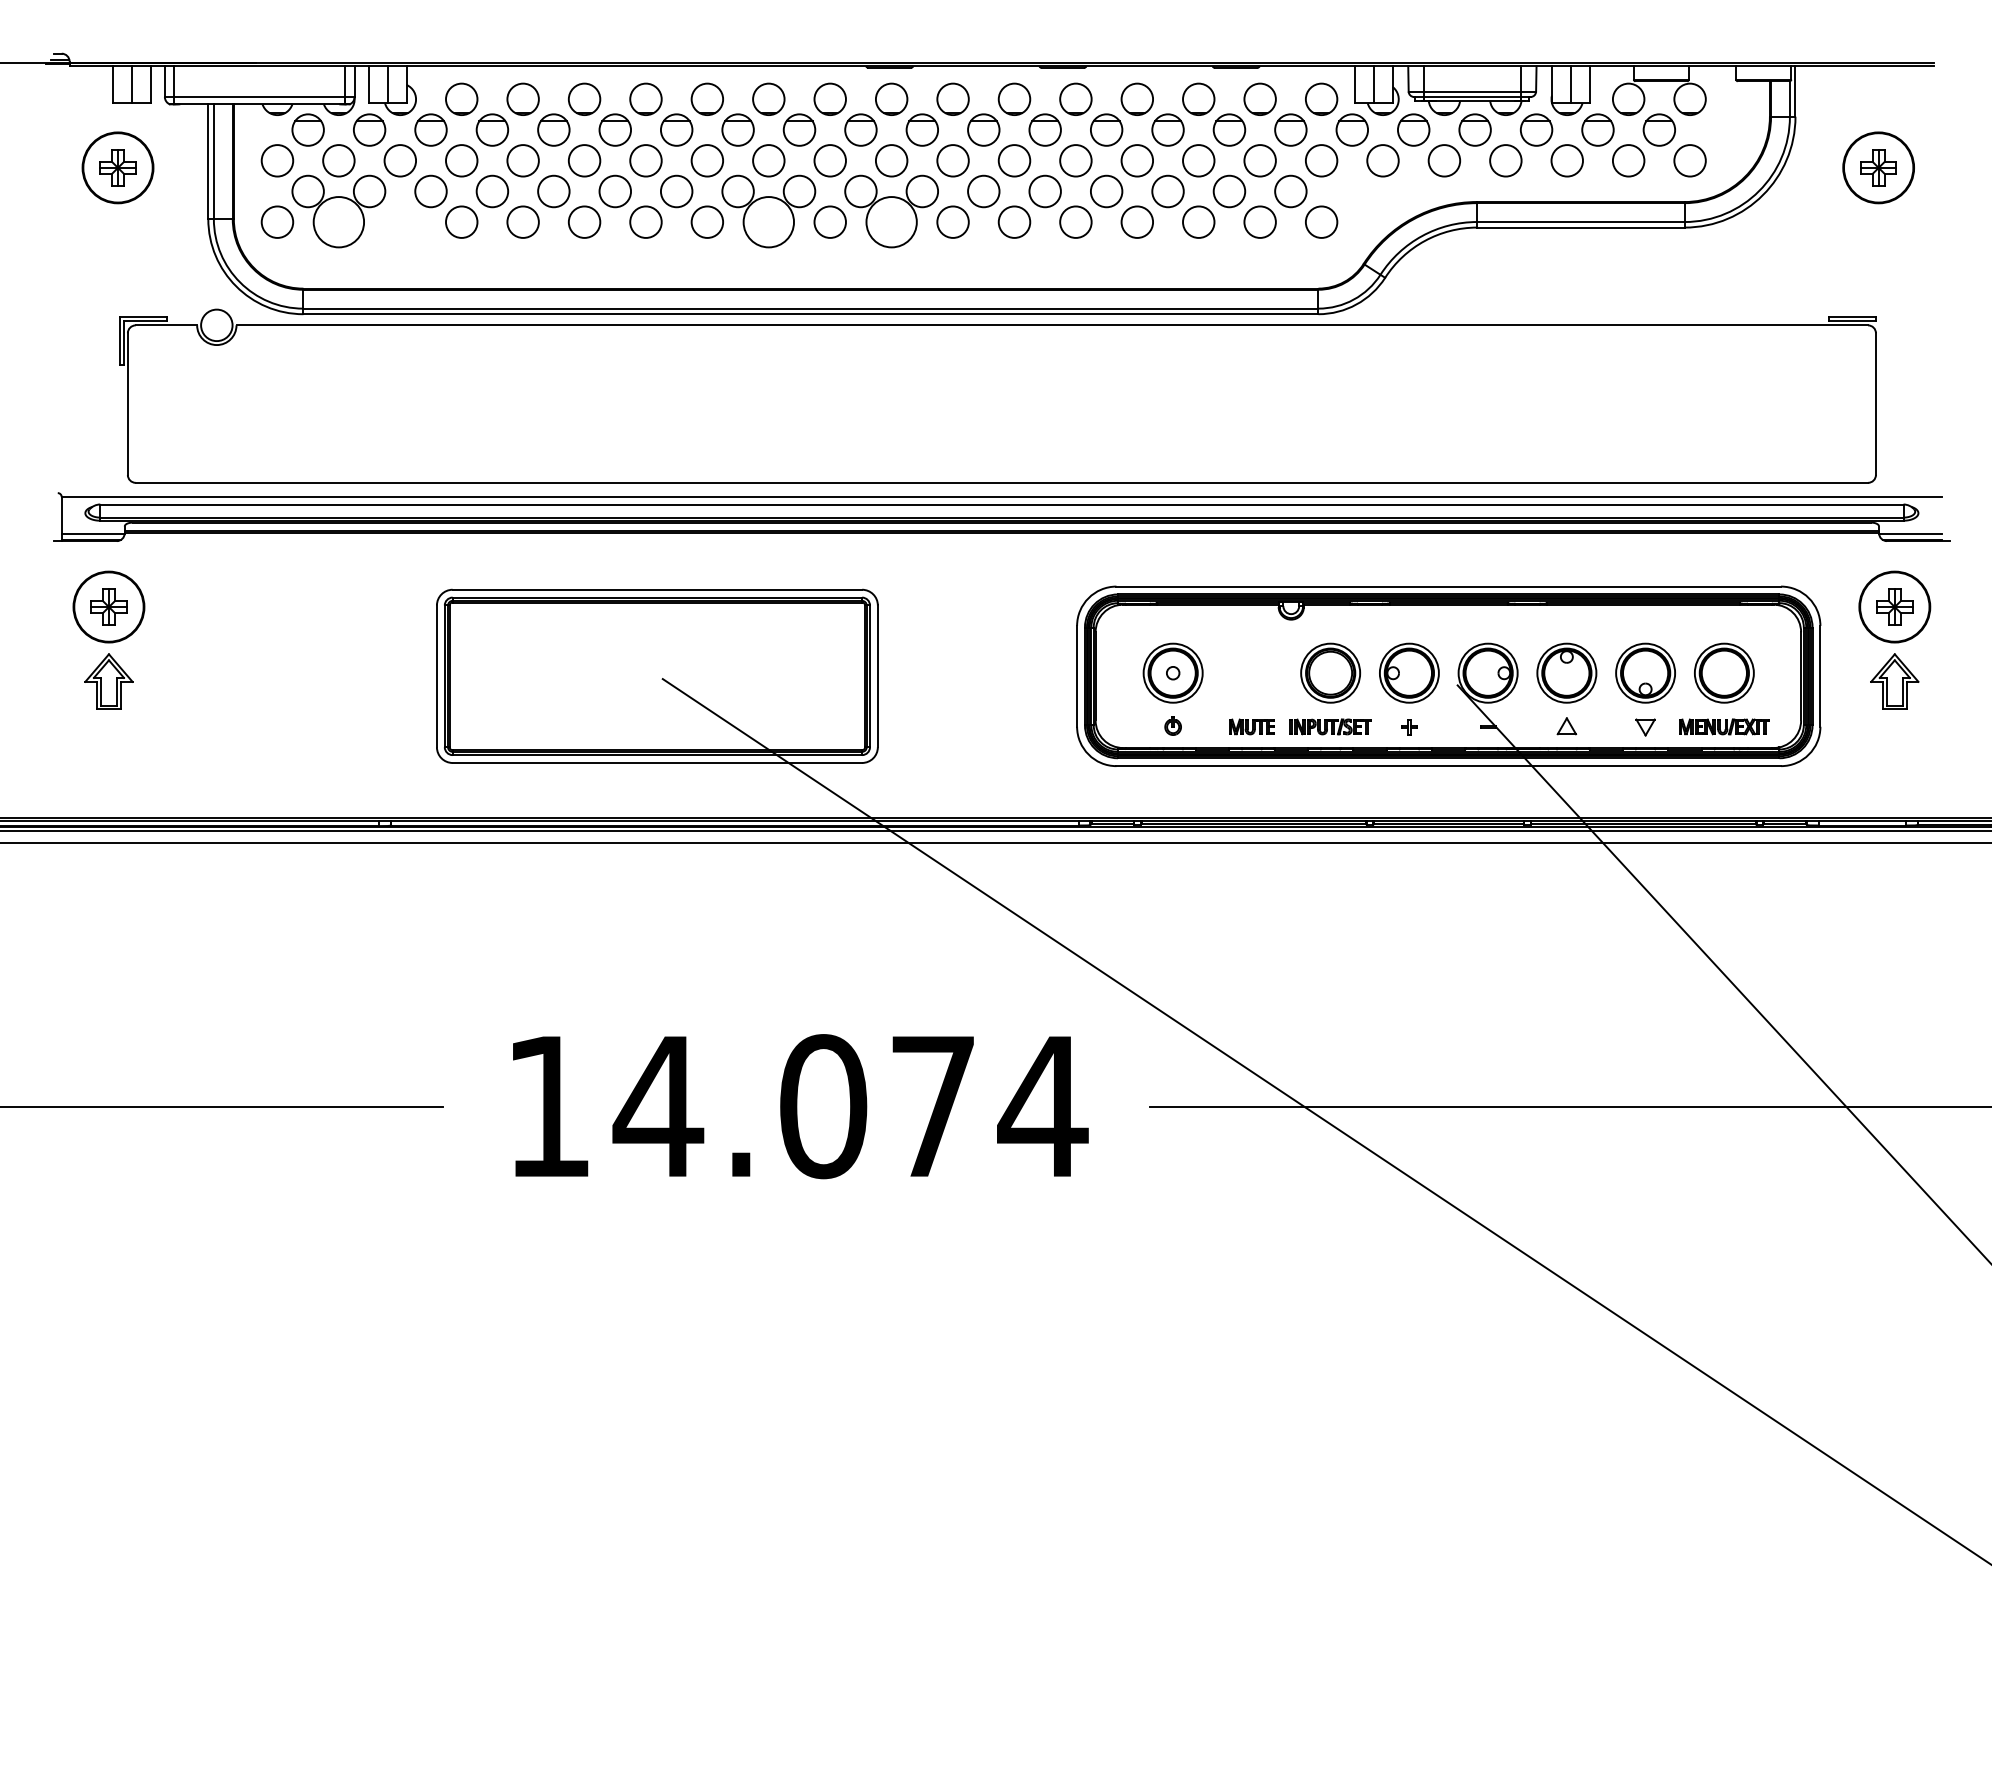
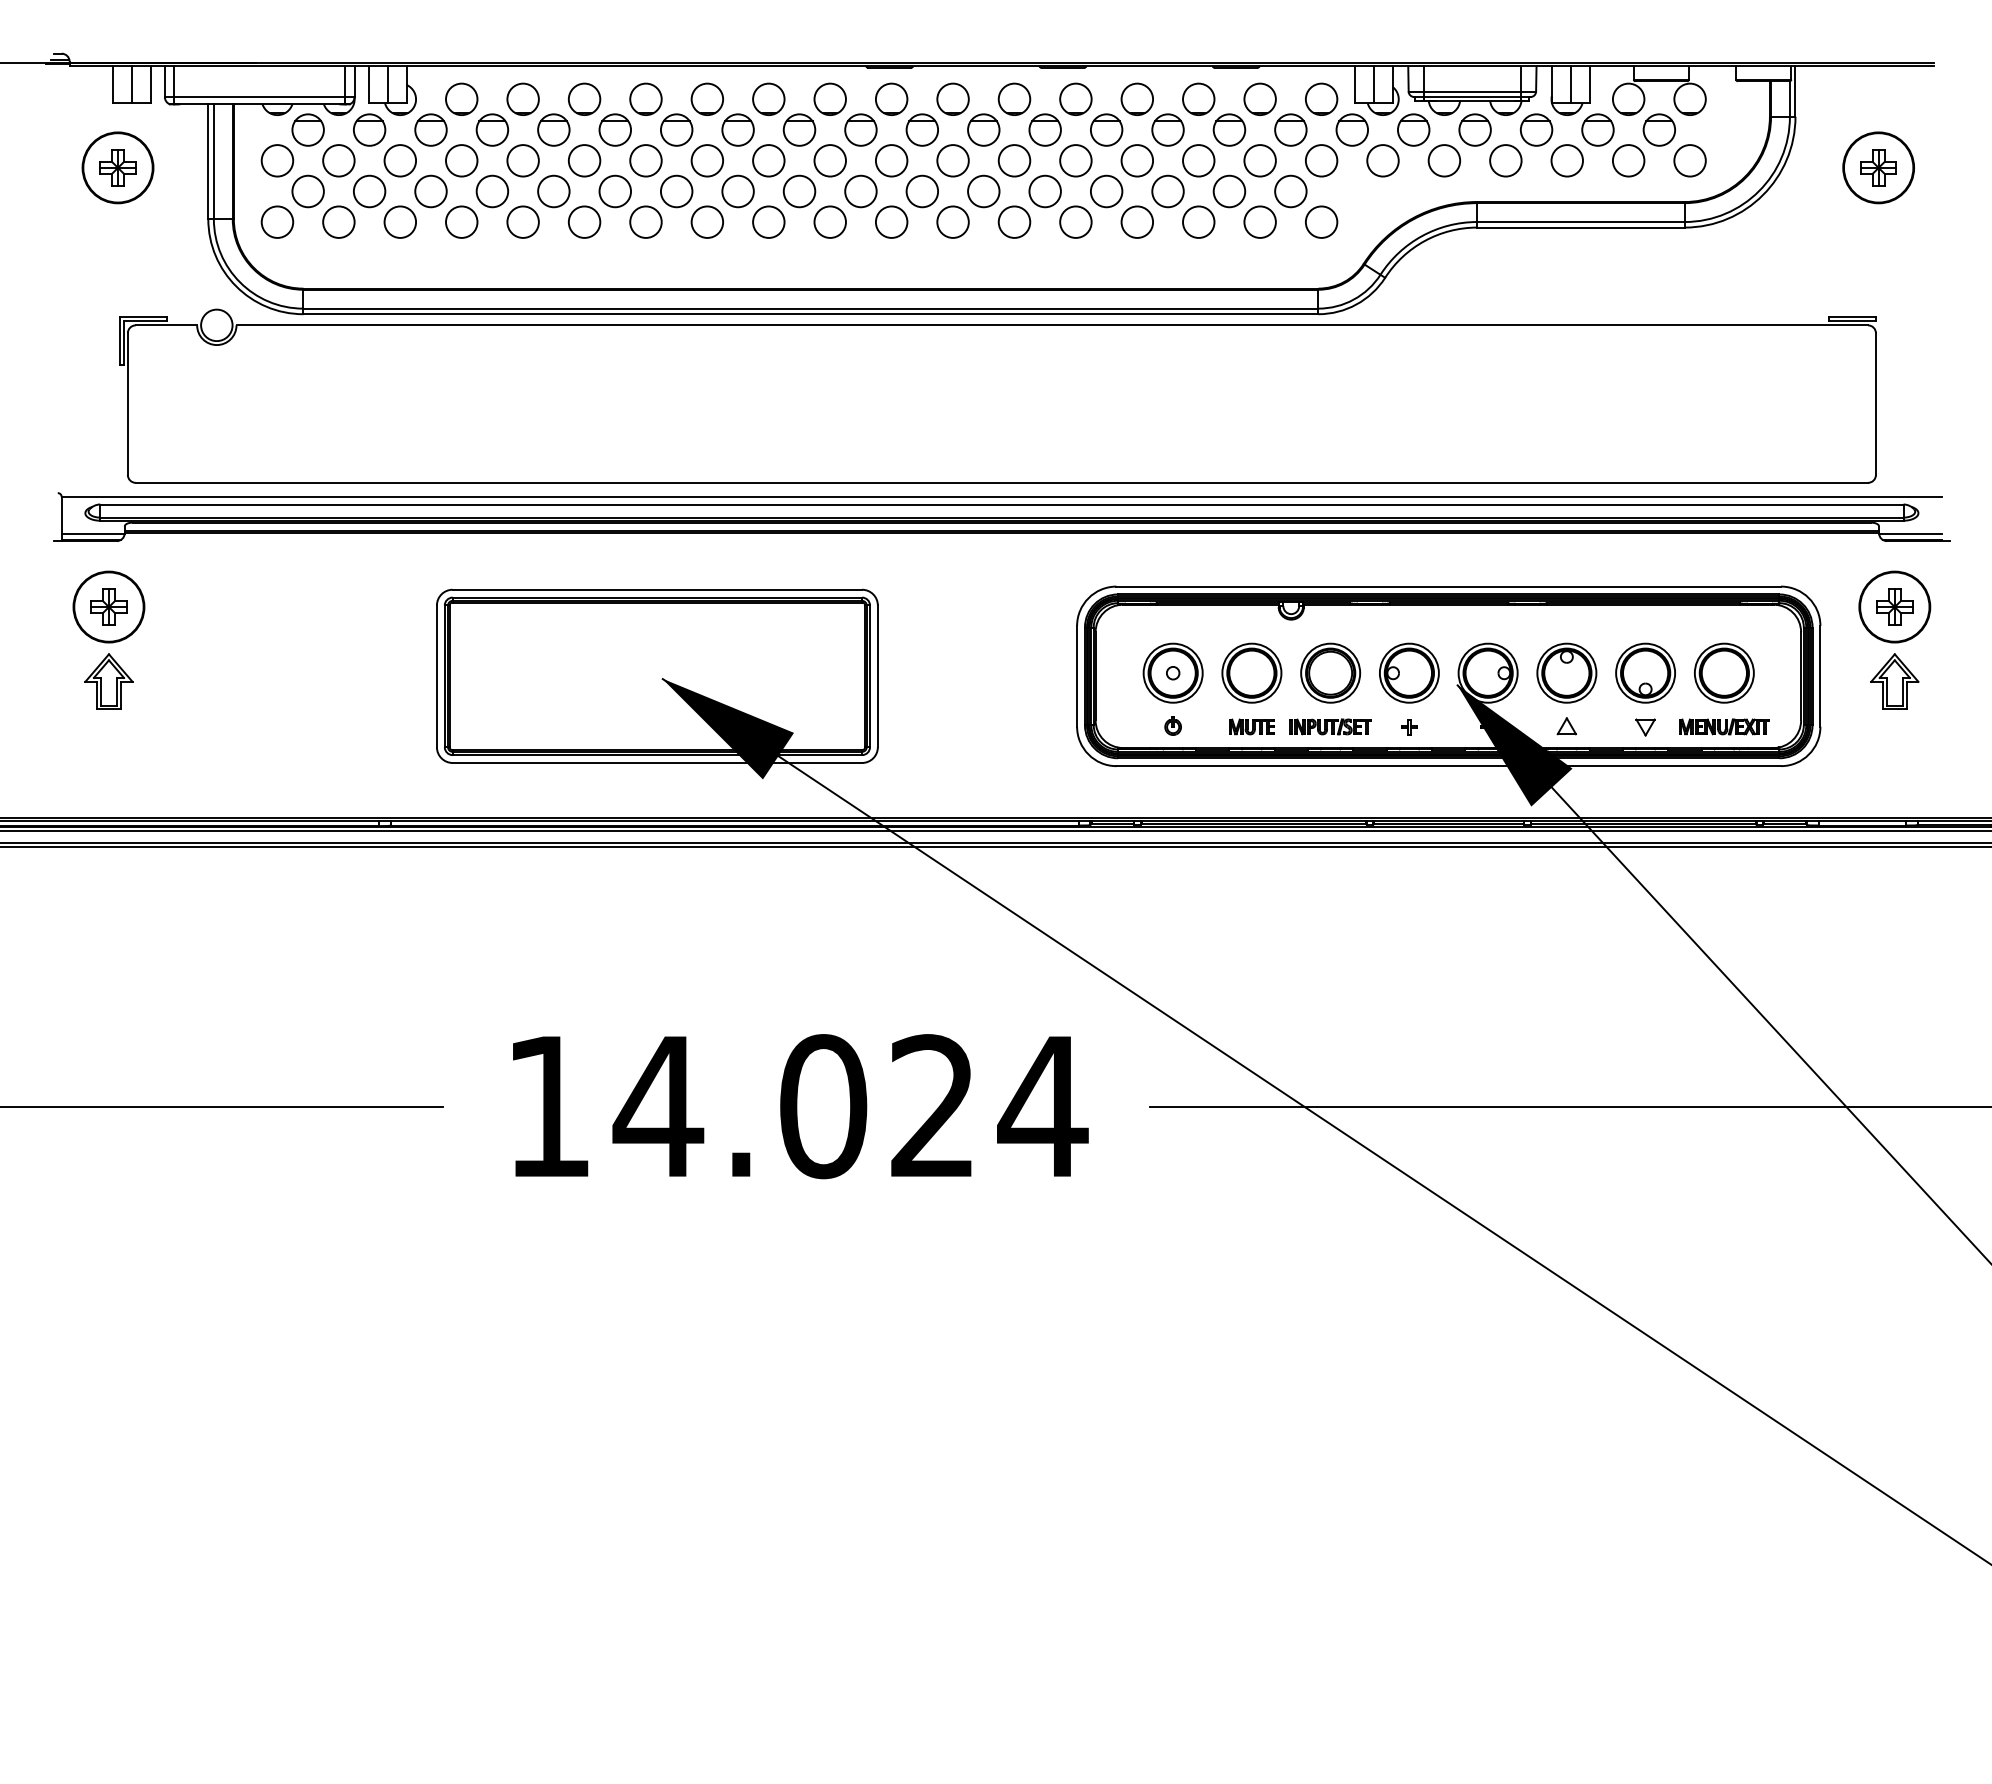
circle at (399, 221): none -> present
circle at (338, 222) diameter: 50 px -> 31 px
circle at (768, 222) diameter: 50 px -> 31 px
circle at (891, 222) diameter: 50 px -> 31 px
part at (1251, 672): none -> present
fill at (728, 728): none -> present
fill at (1514, 745): none -> present
line at (995, 847): none -> present
text at (932, 1105): 14.074 -> 14.024
